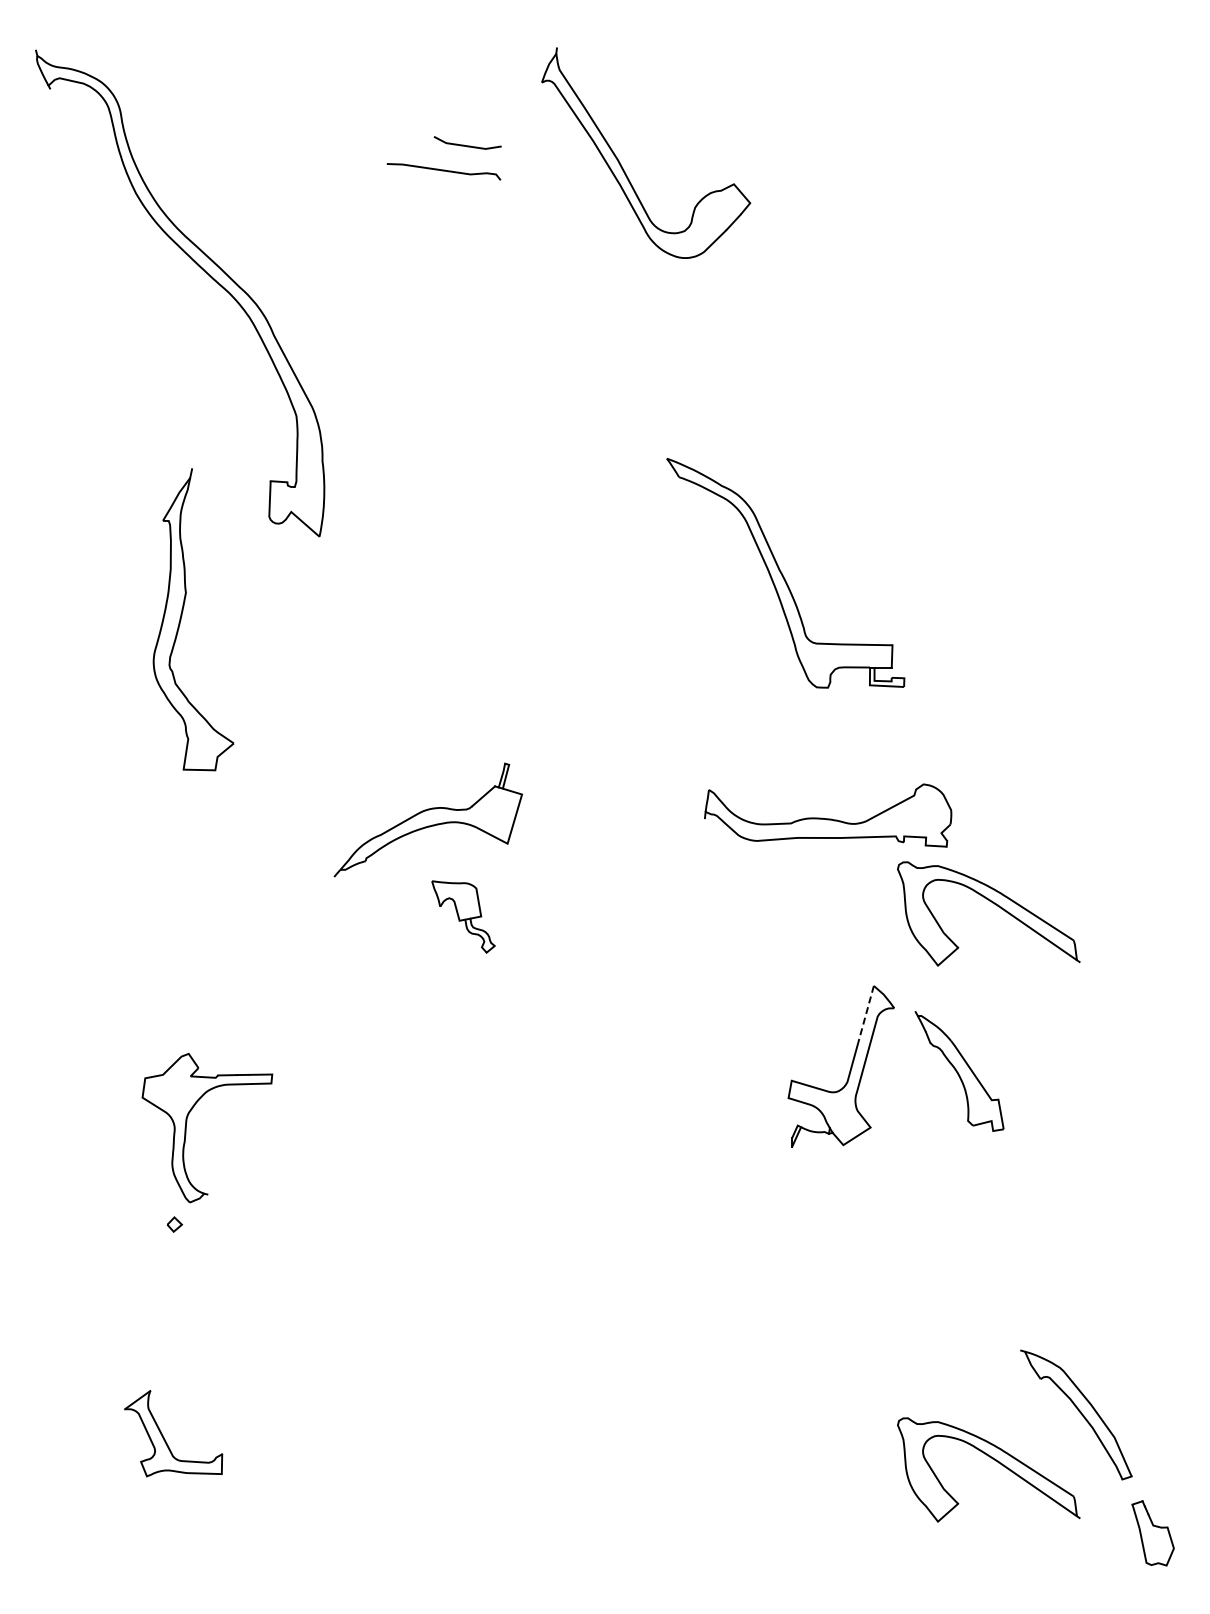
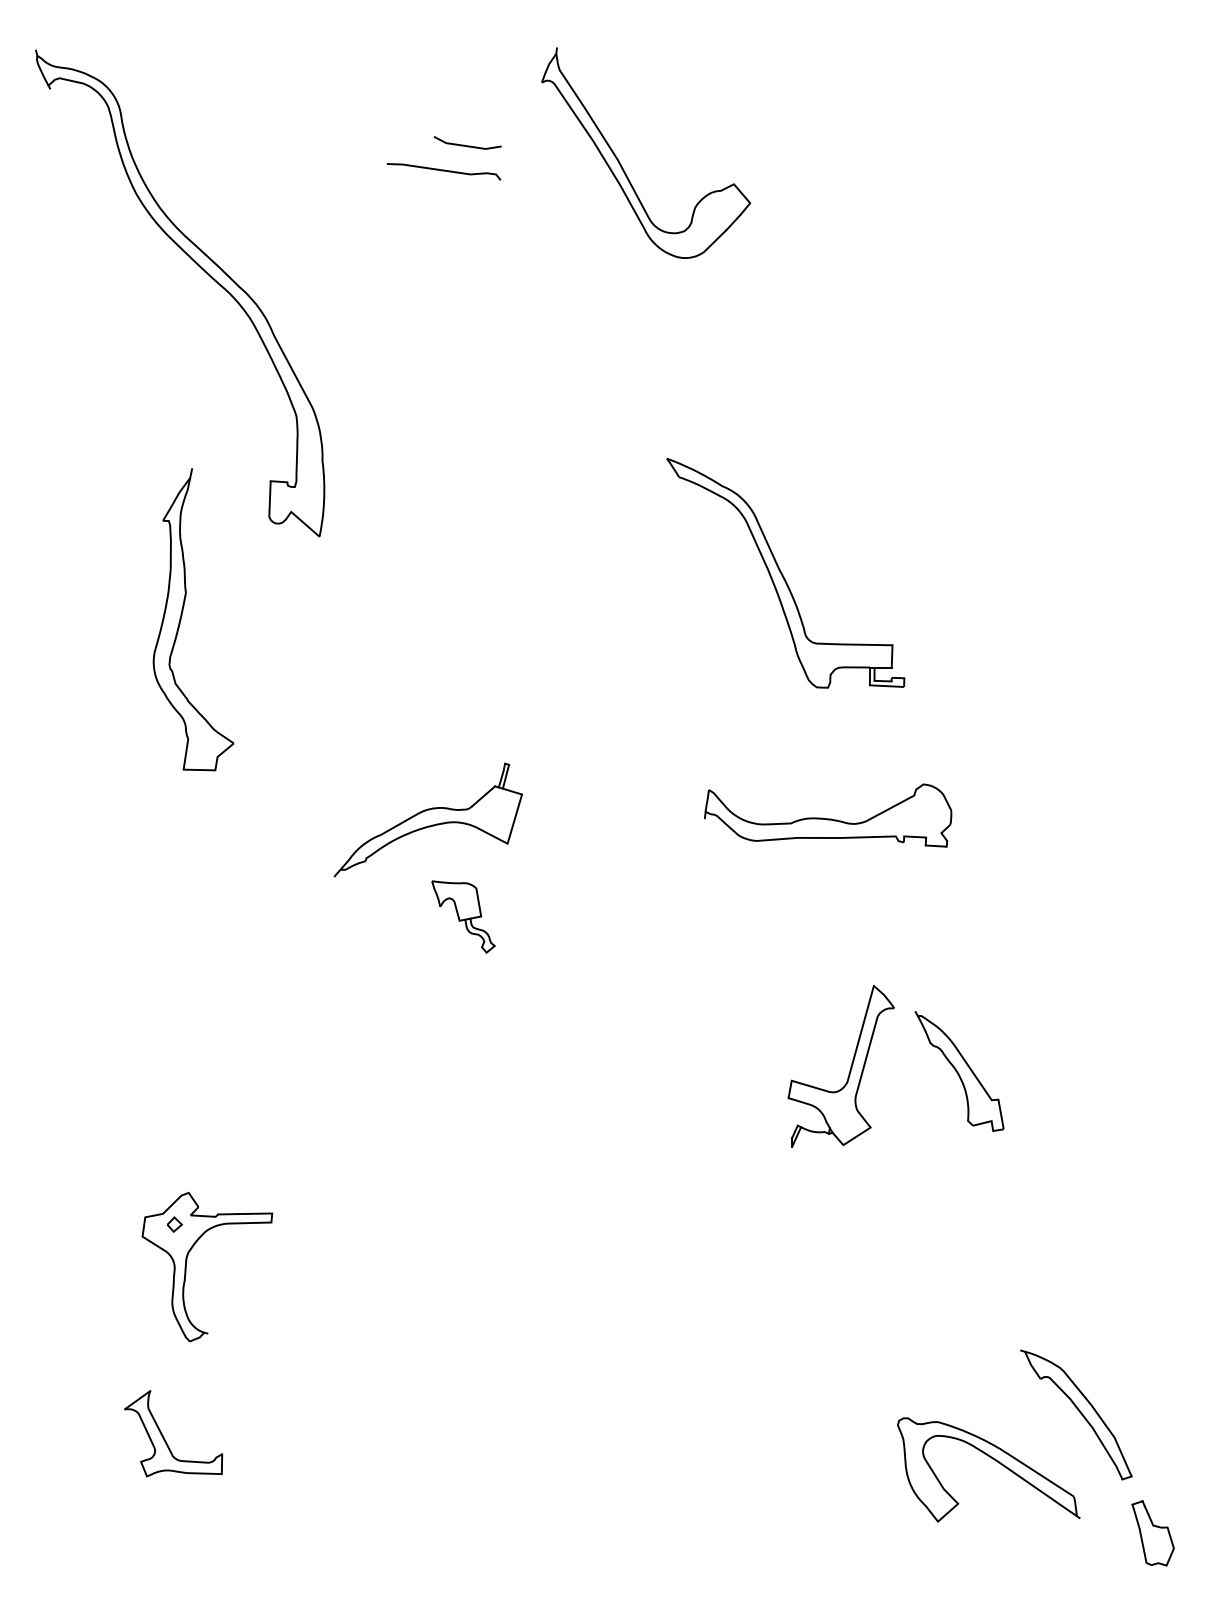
part at (995, 905): present -> none
line at (866, 1014): dashed -> solid
part at (187, 1122) position: (187, 1122) -> (187, 1261)
